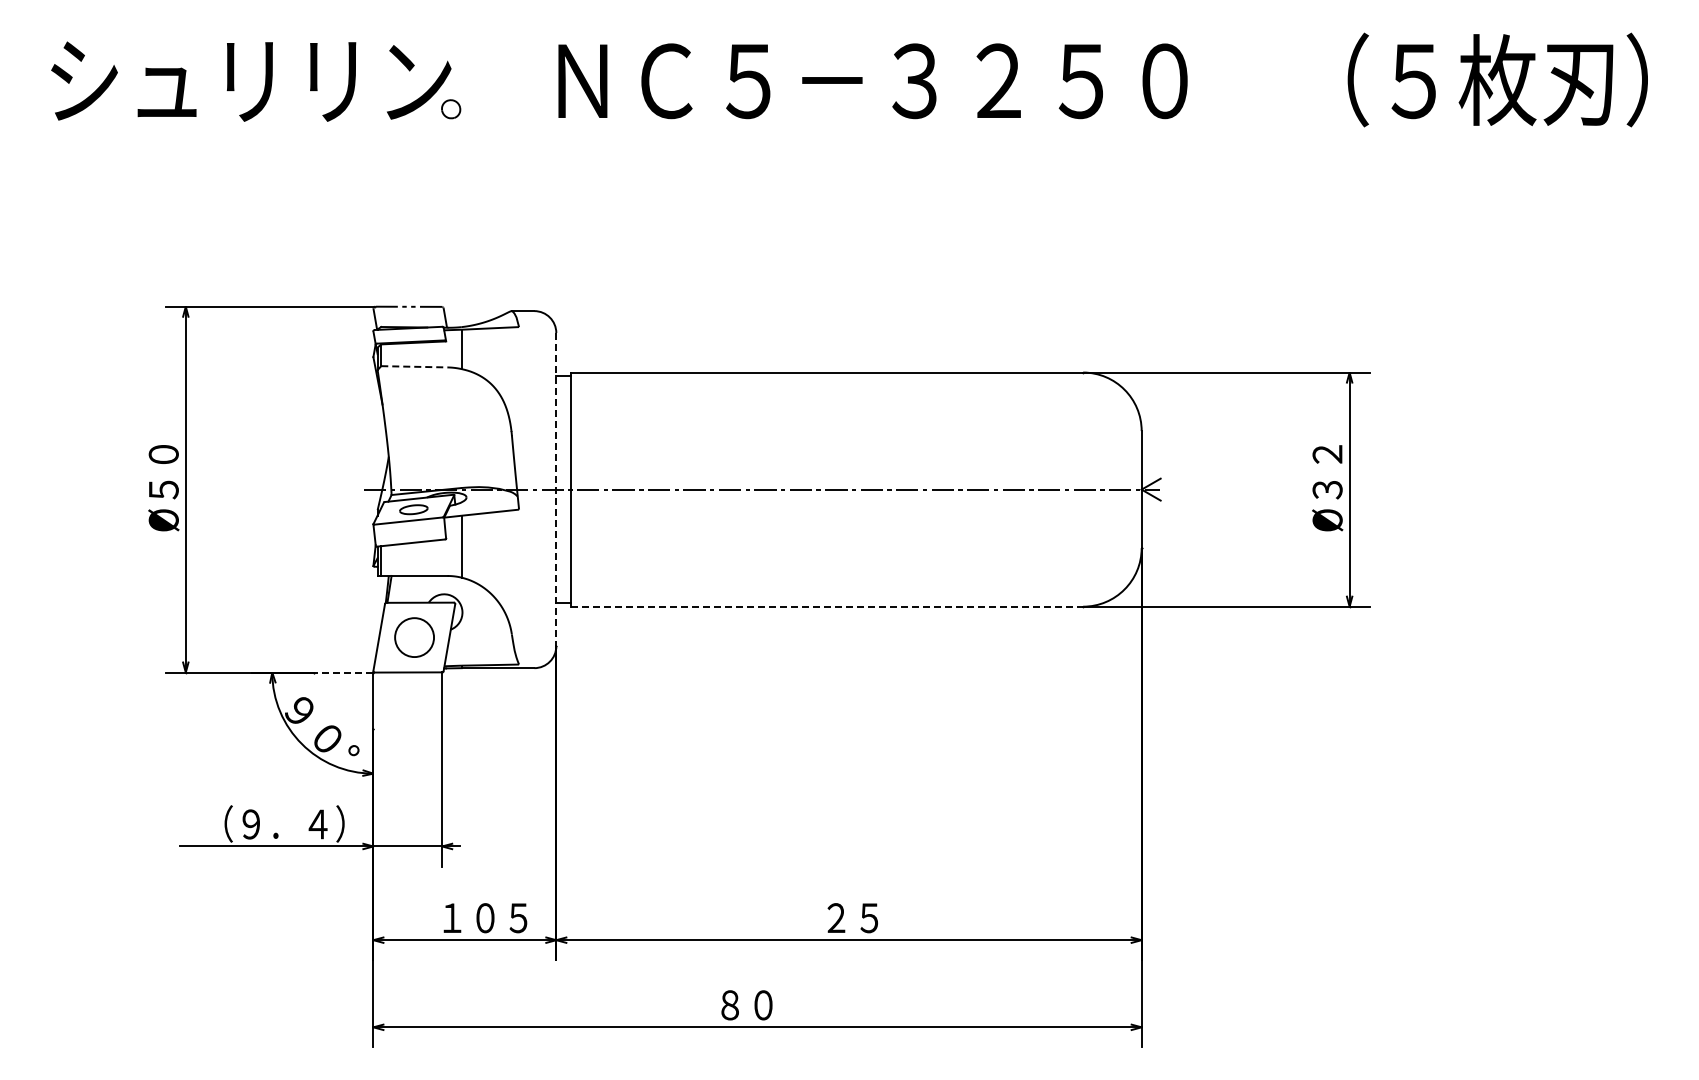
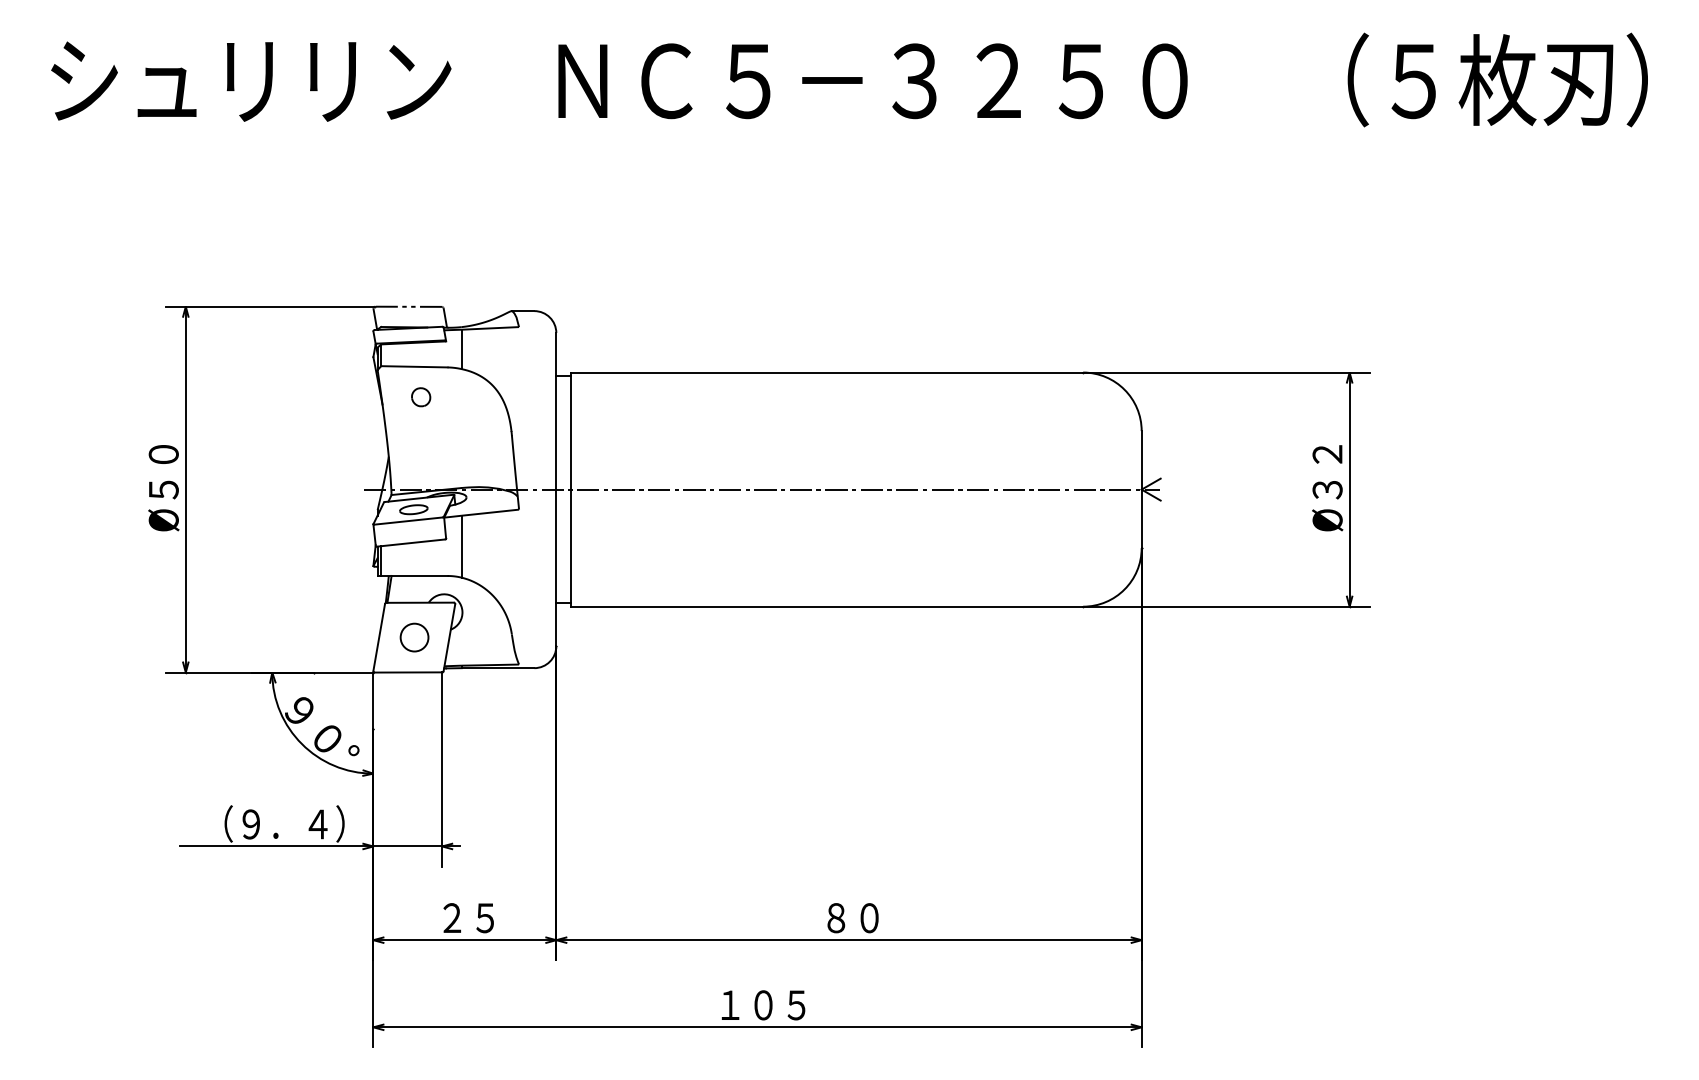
part at (451, 109) position: (451, 109) -> (421, 397)
line at (414, 366): dashed -> solid
line at (556, 489): dashed -> solid
line at (827, 606): dashed -> solid
circle at (414, 637) diameter: 39 px -> 28 px
line at (343, 672): dashed -> solid
text at (485, 918): １０５ -> ２５
text at (852, 918): ２５ -> ８０
text at (763, 1005): ８０ -> １０５
